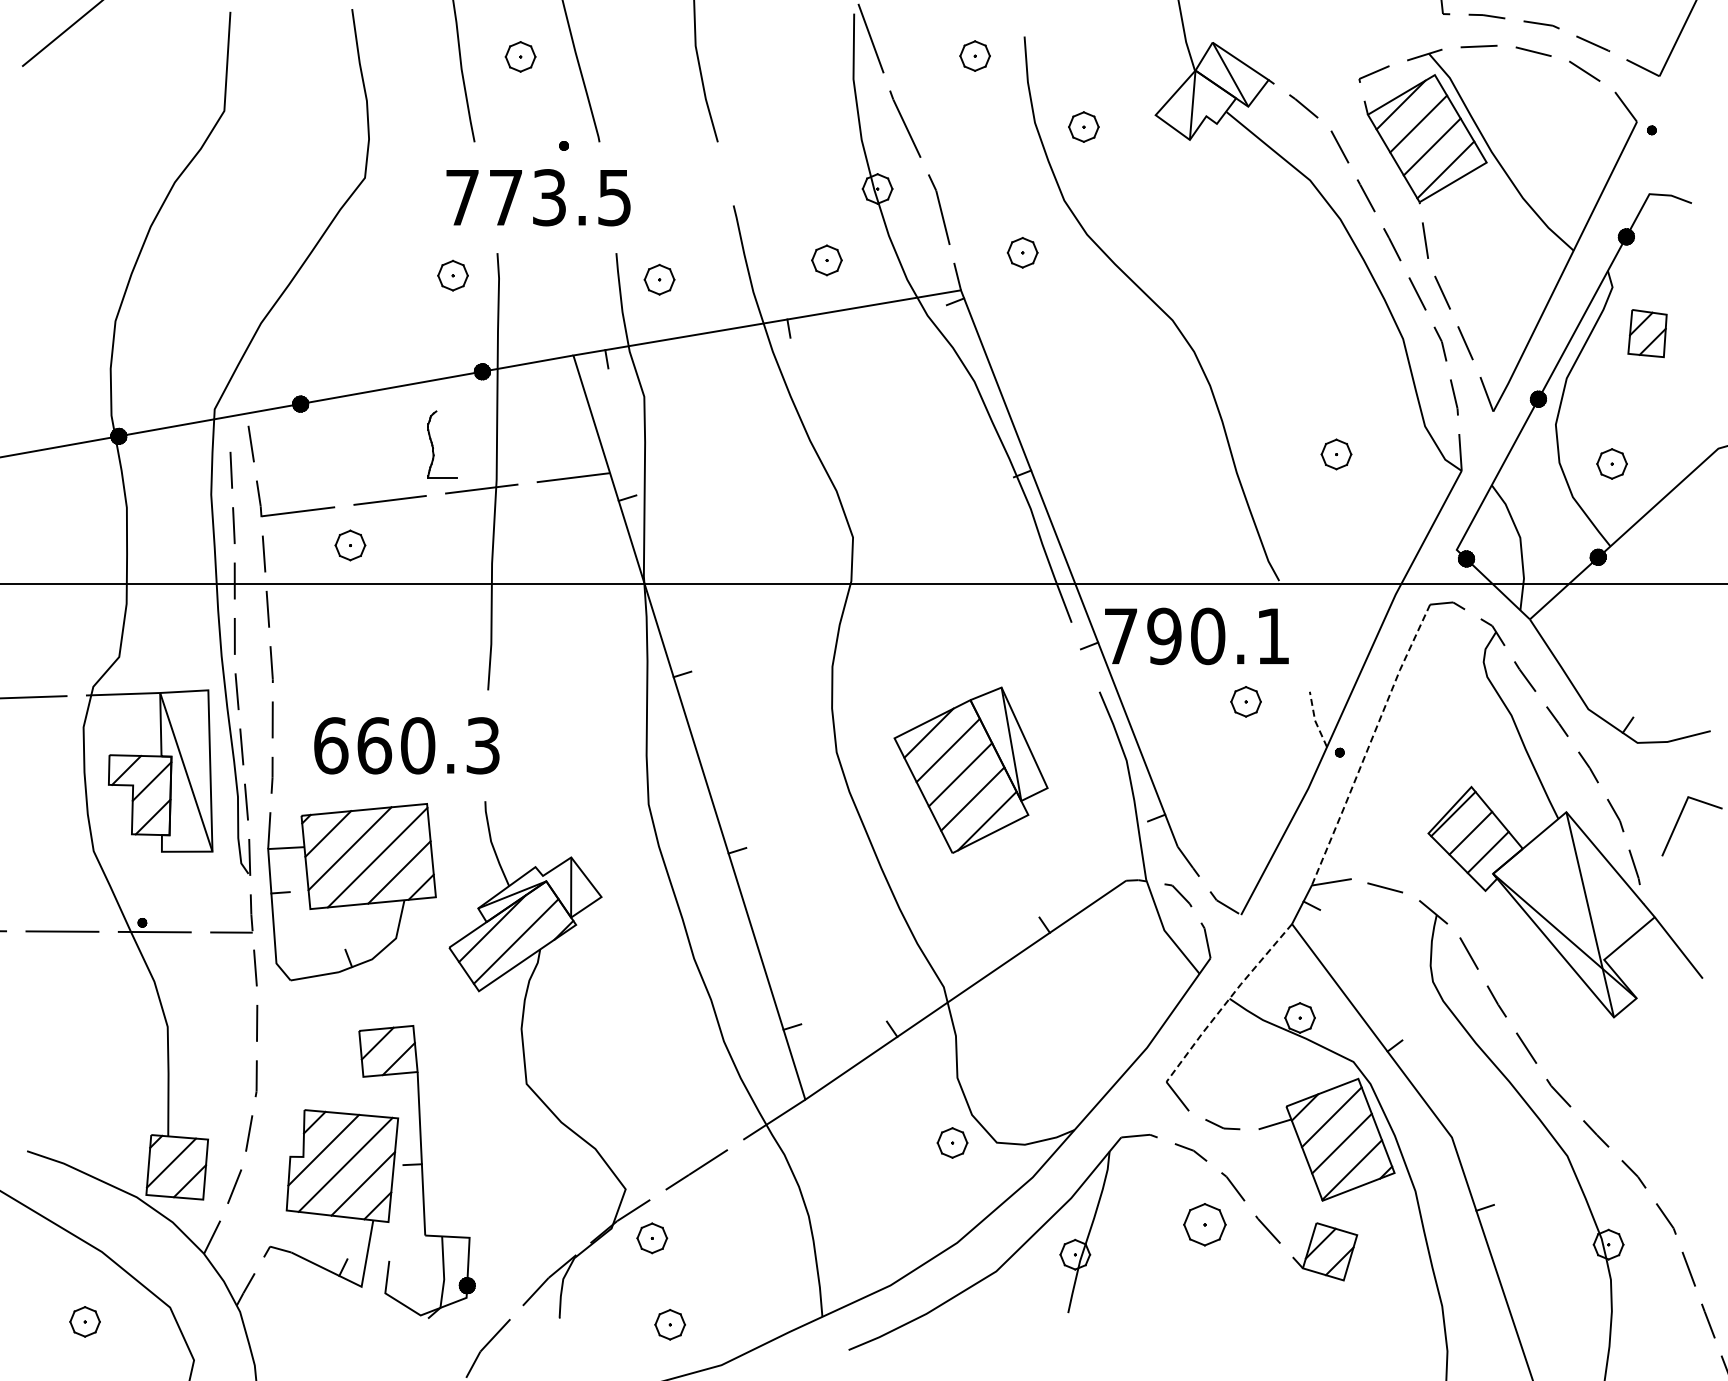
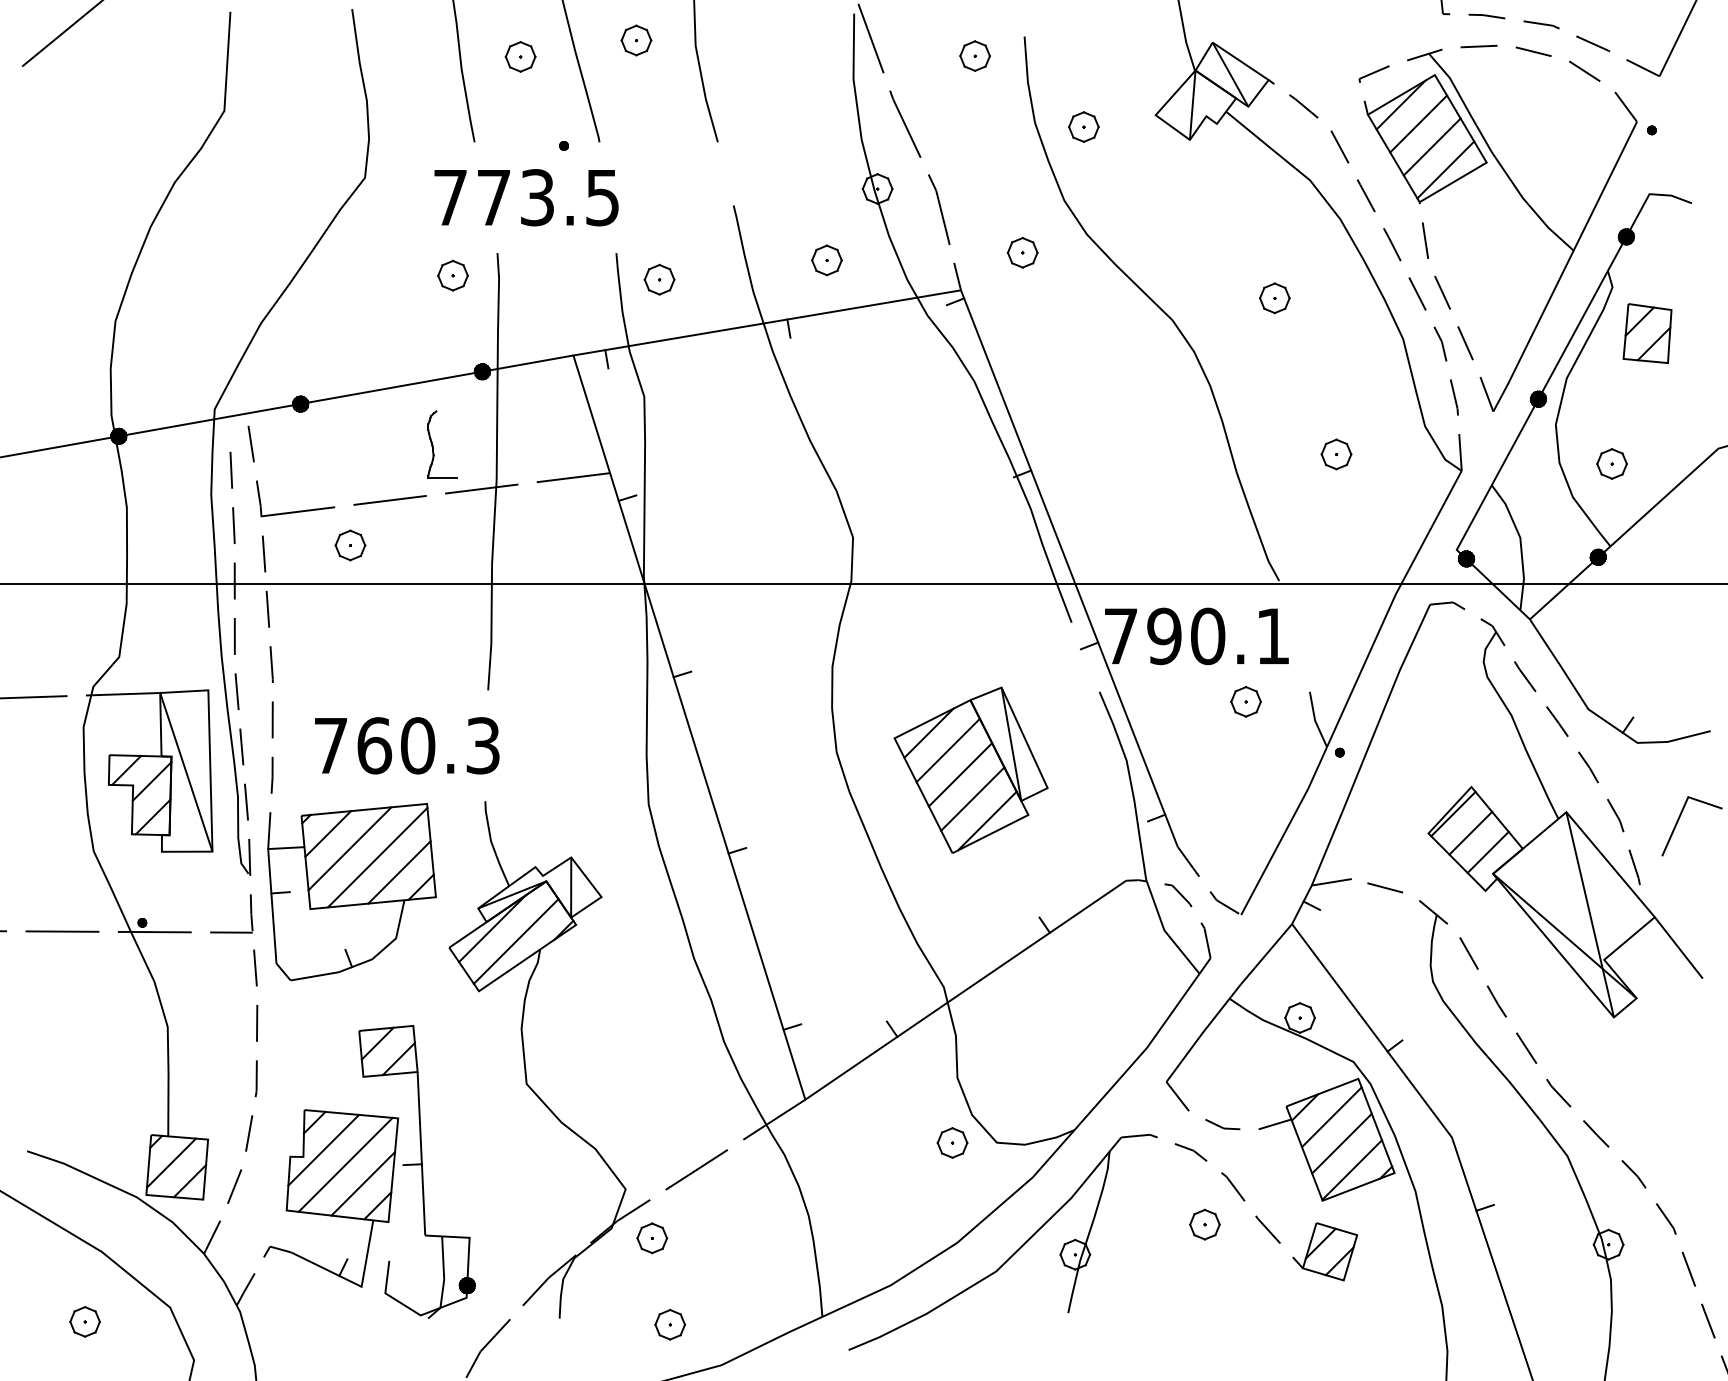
part at (636, 40): none -> present
text at (538, 197) position: (538, 197) -> (526, 197)
part at (1274, 298): none -> present
part at (1647, 333) size: 41x50 px -> 51x61 px
line at (1315, 720): dashed -> solid
line at (1369, 744): dashed -> solid
text at (331, 745): 660.3 -> 760.3
line at (1227, 1001): dashed -> solid
part at (1204, 1224) size: 44x44 px -> 32x33 px
